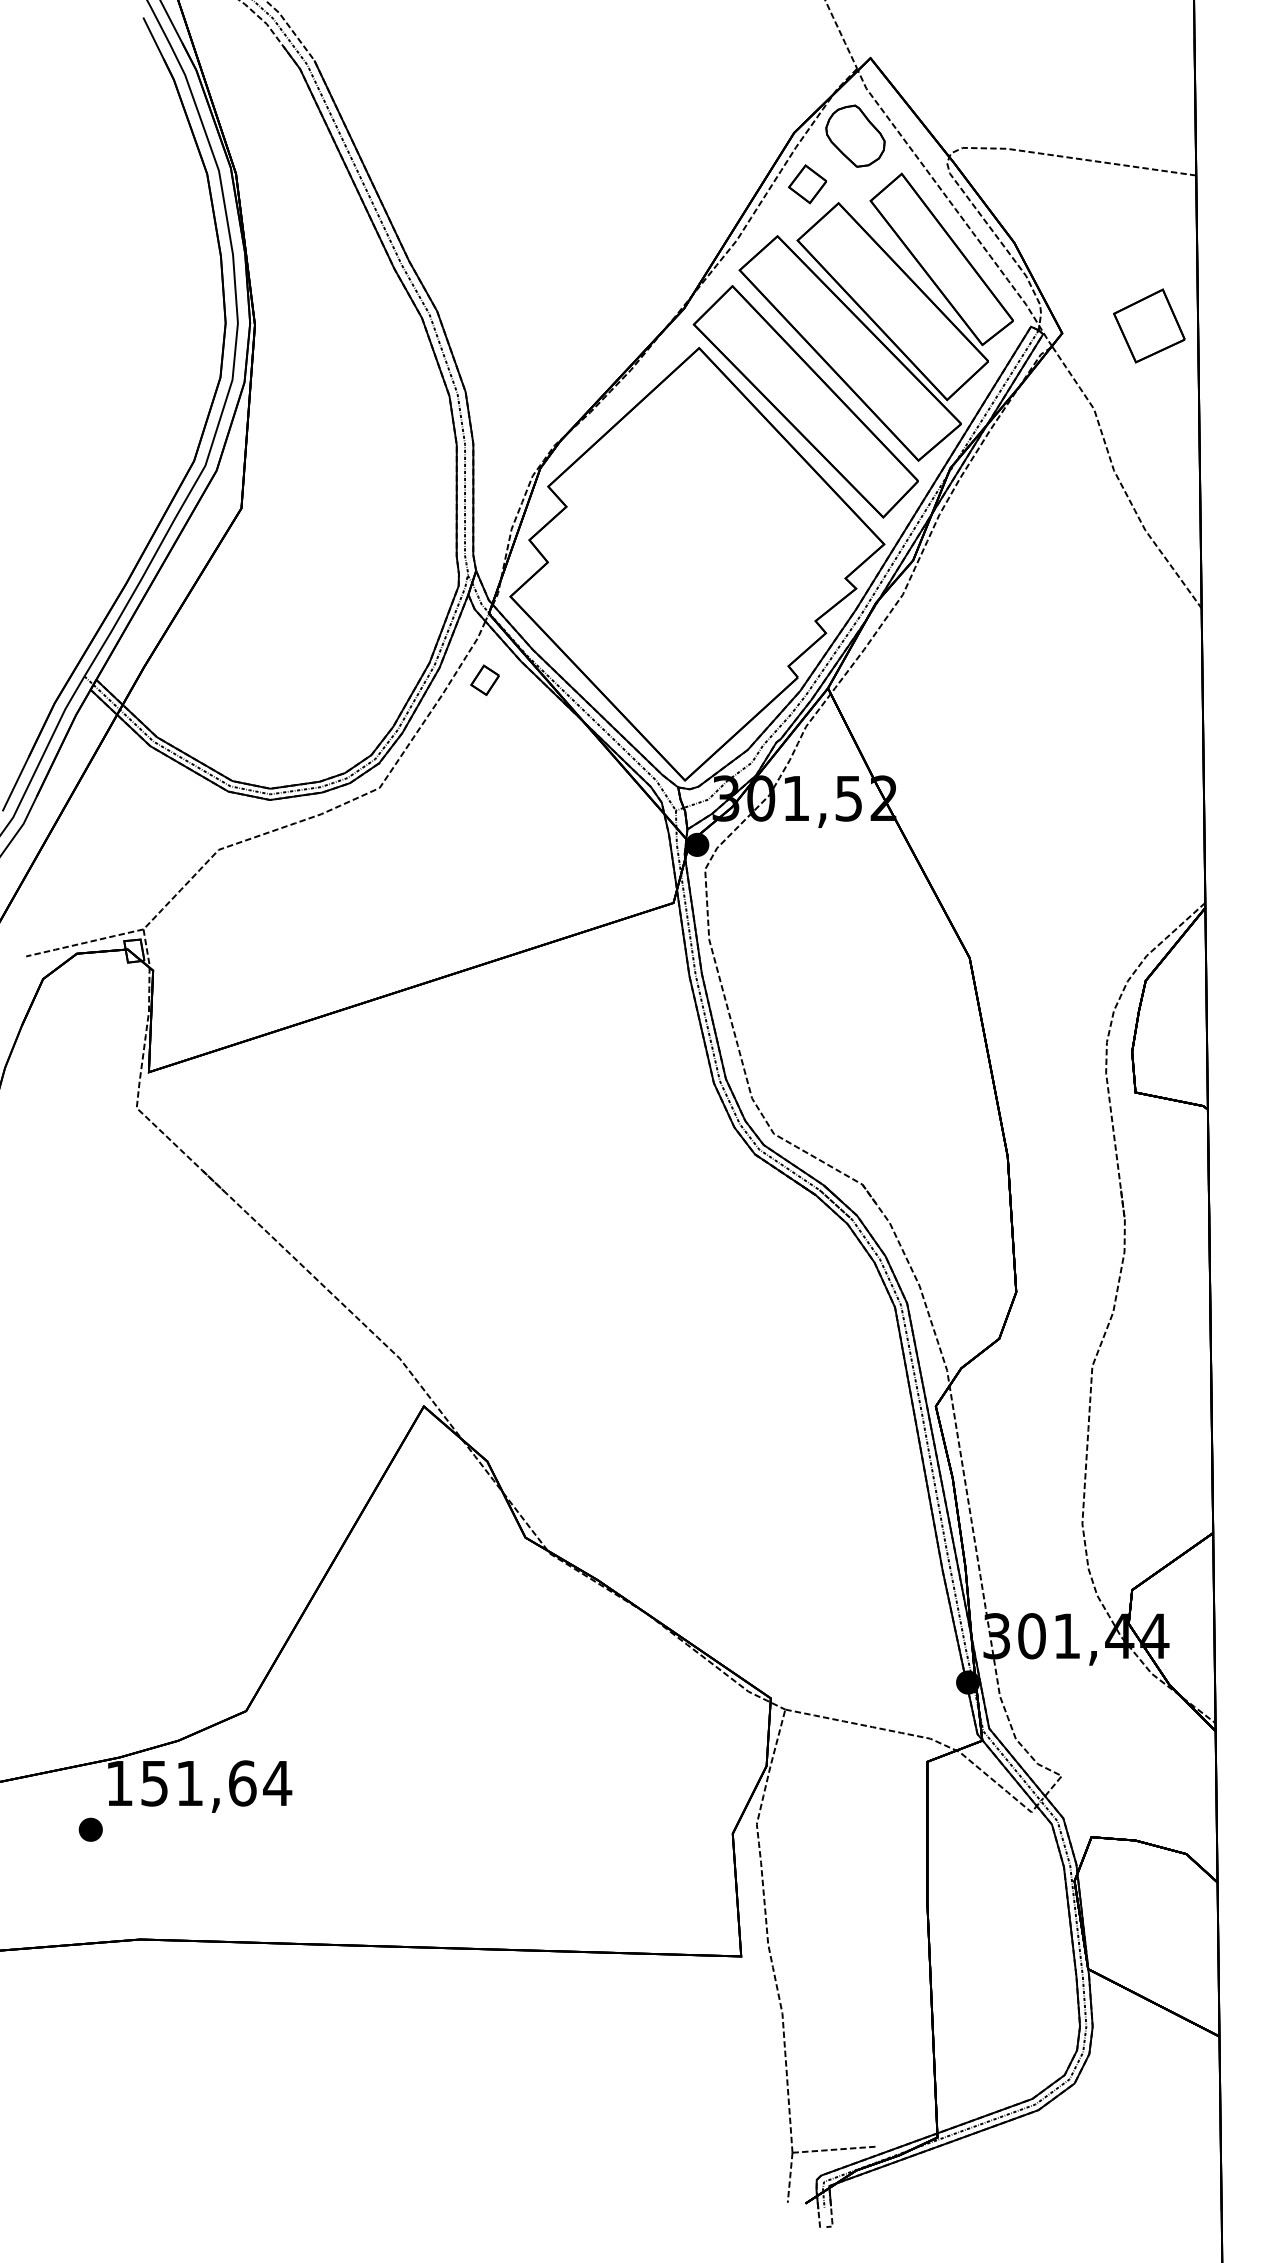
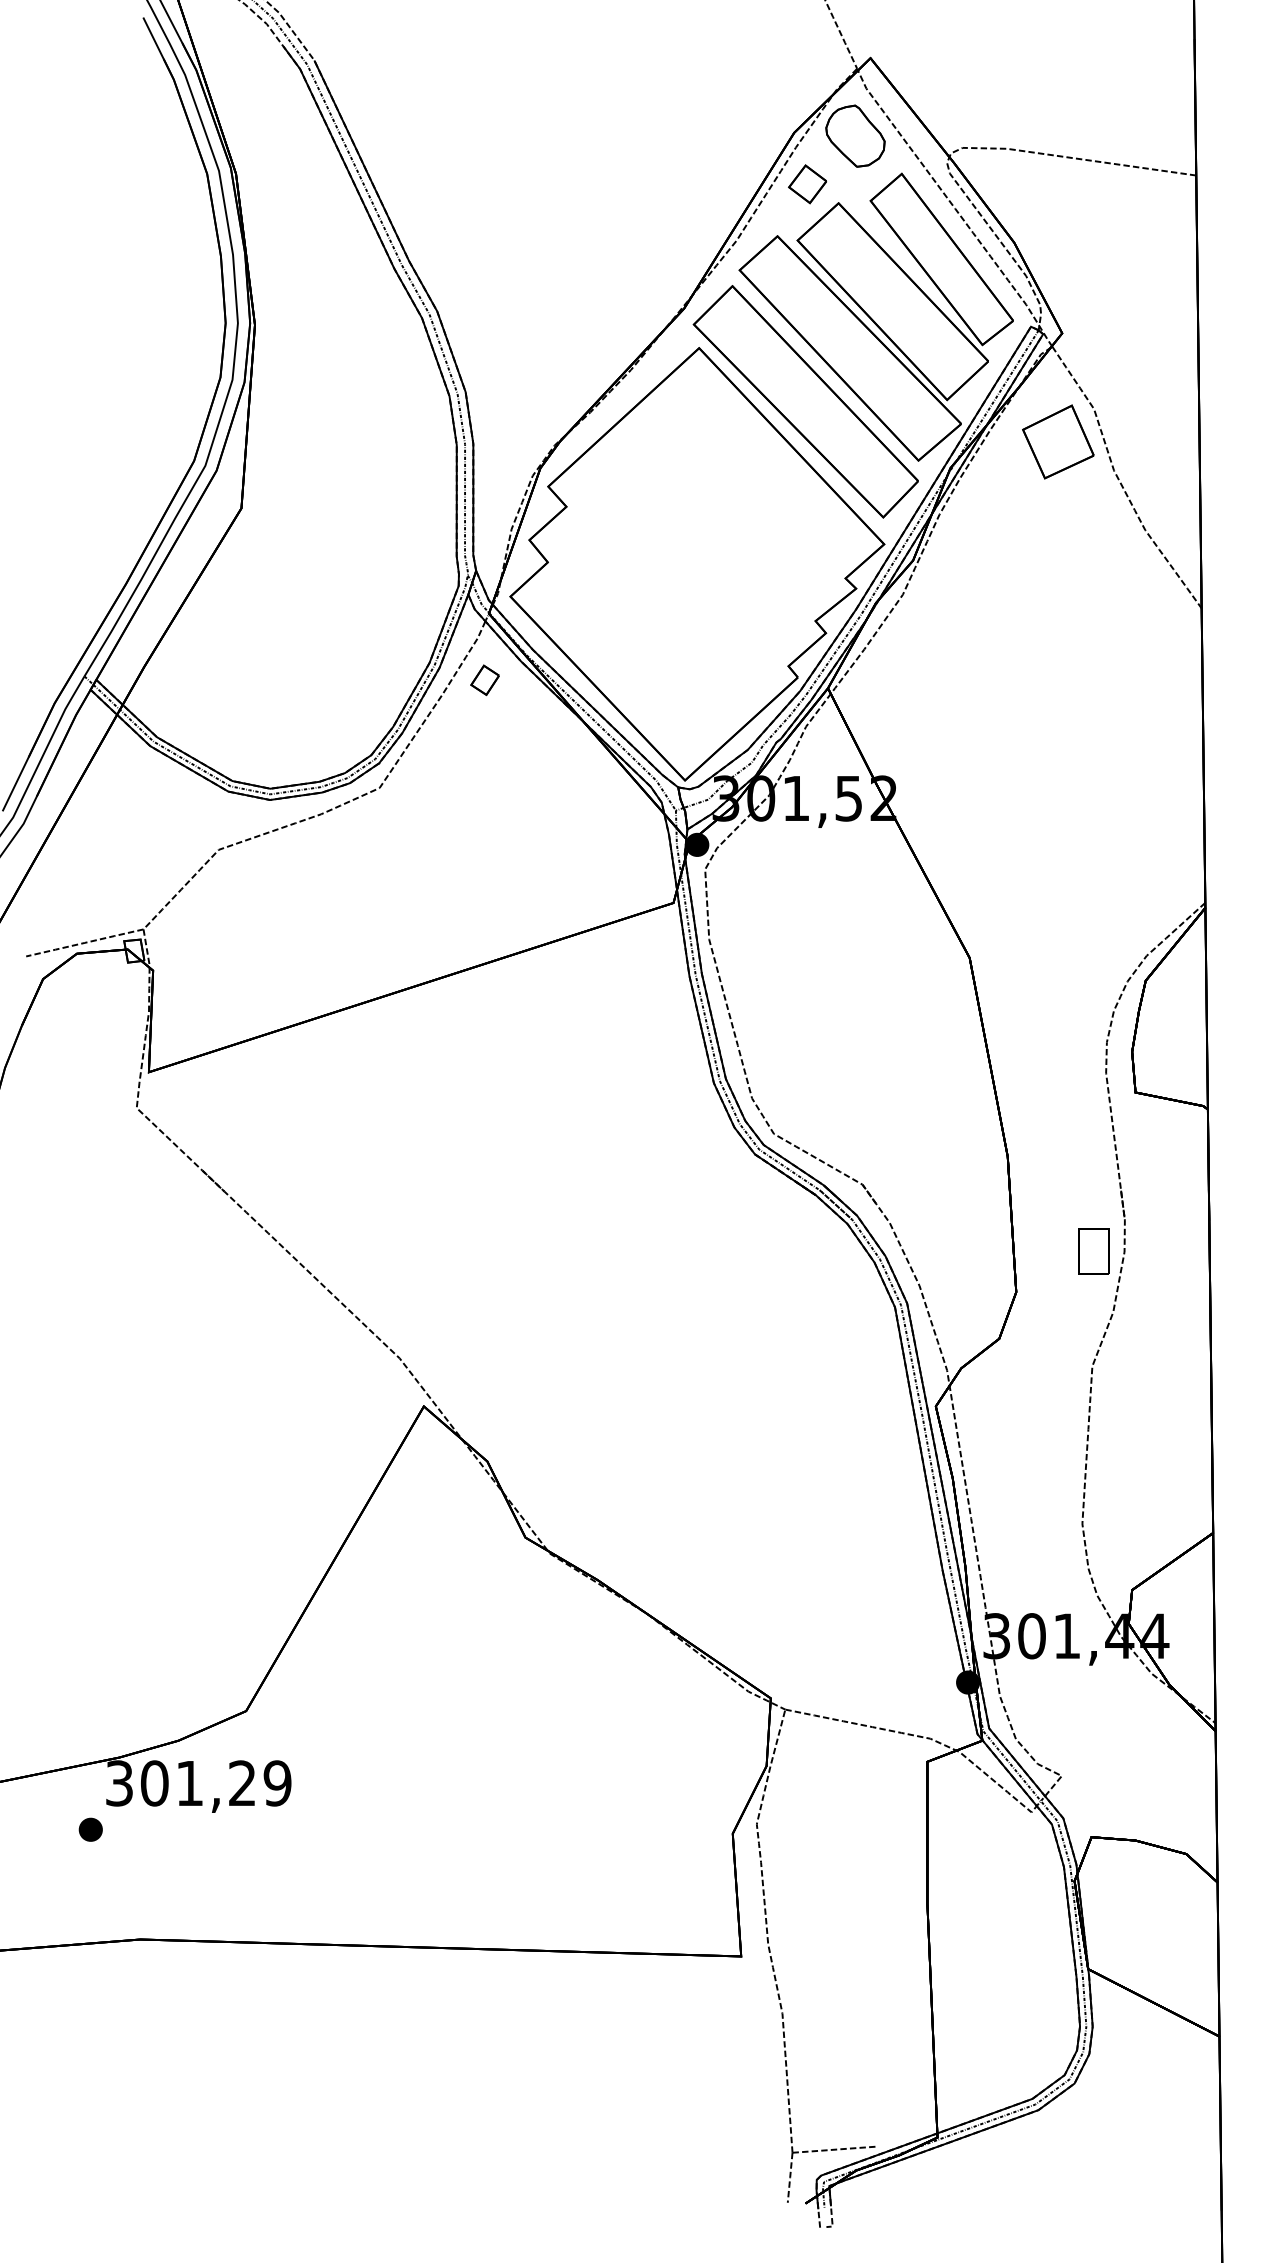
part at (1149, 325) position: (1149, 325) -> (1058, 441)
part at (1093, 1251): none -> present
text at (199, 1783): 151,64 -> 301,29
